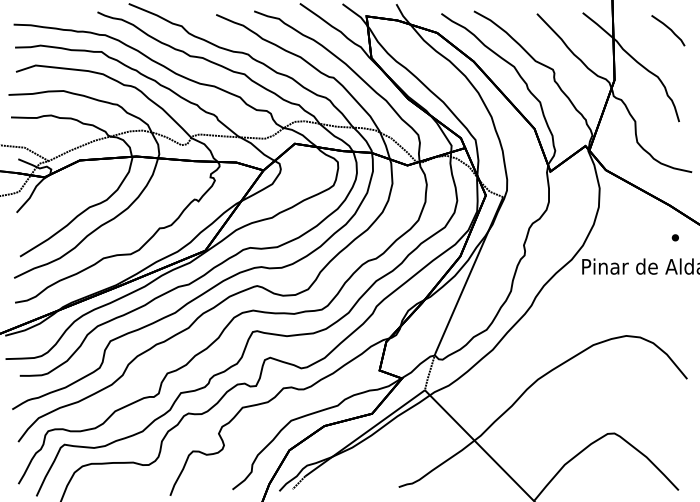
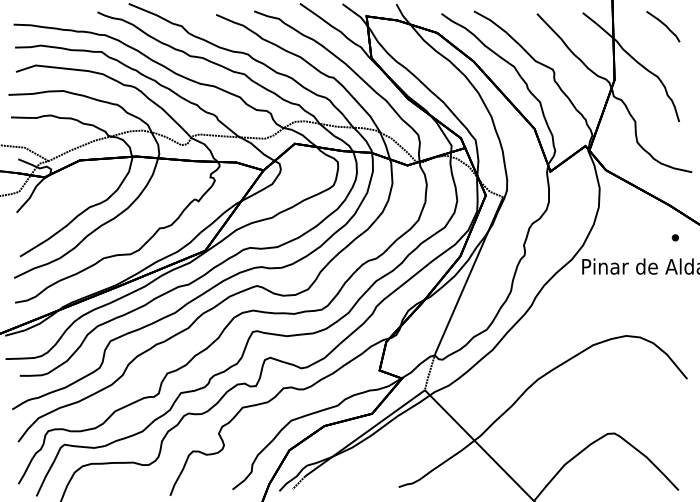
curve at (669, 29) position: (669, 29) -> (664, 25)
